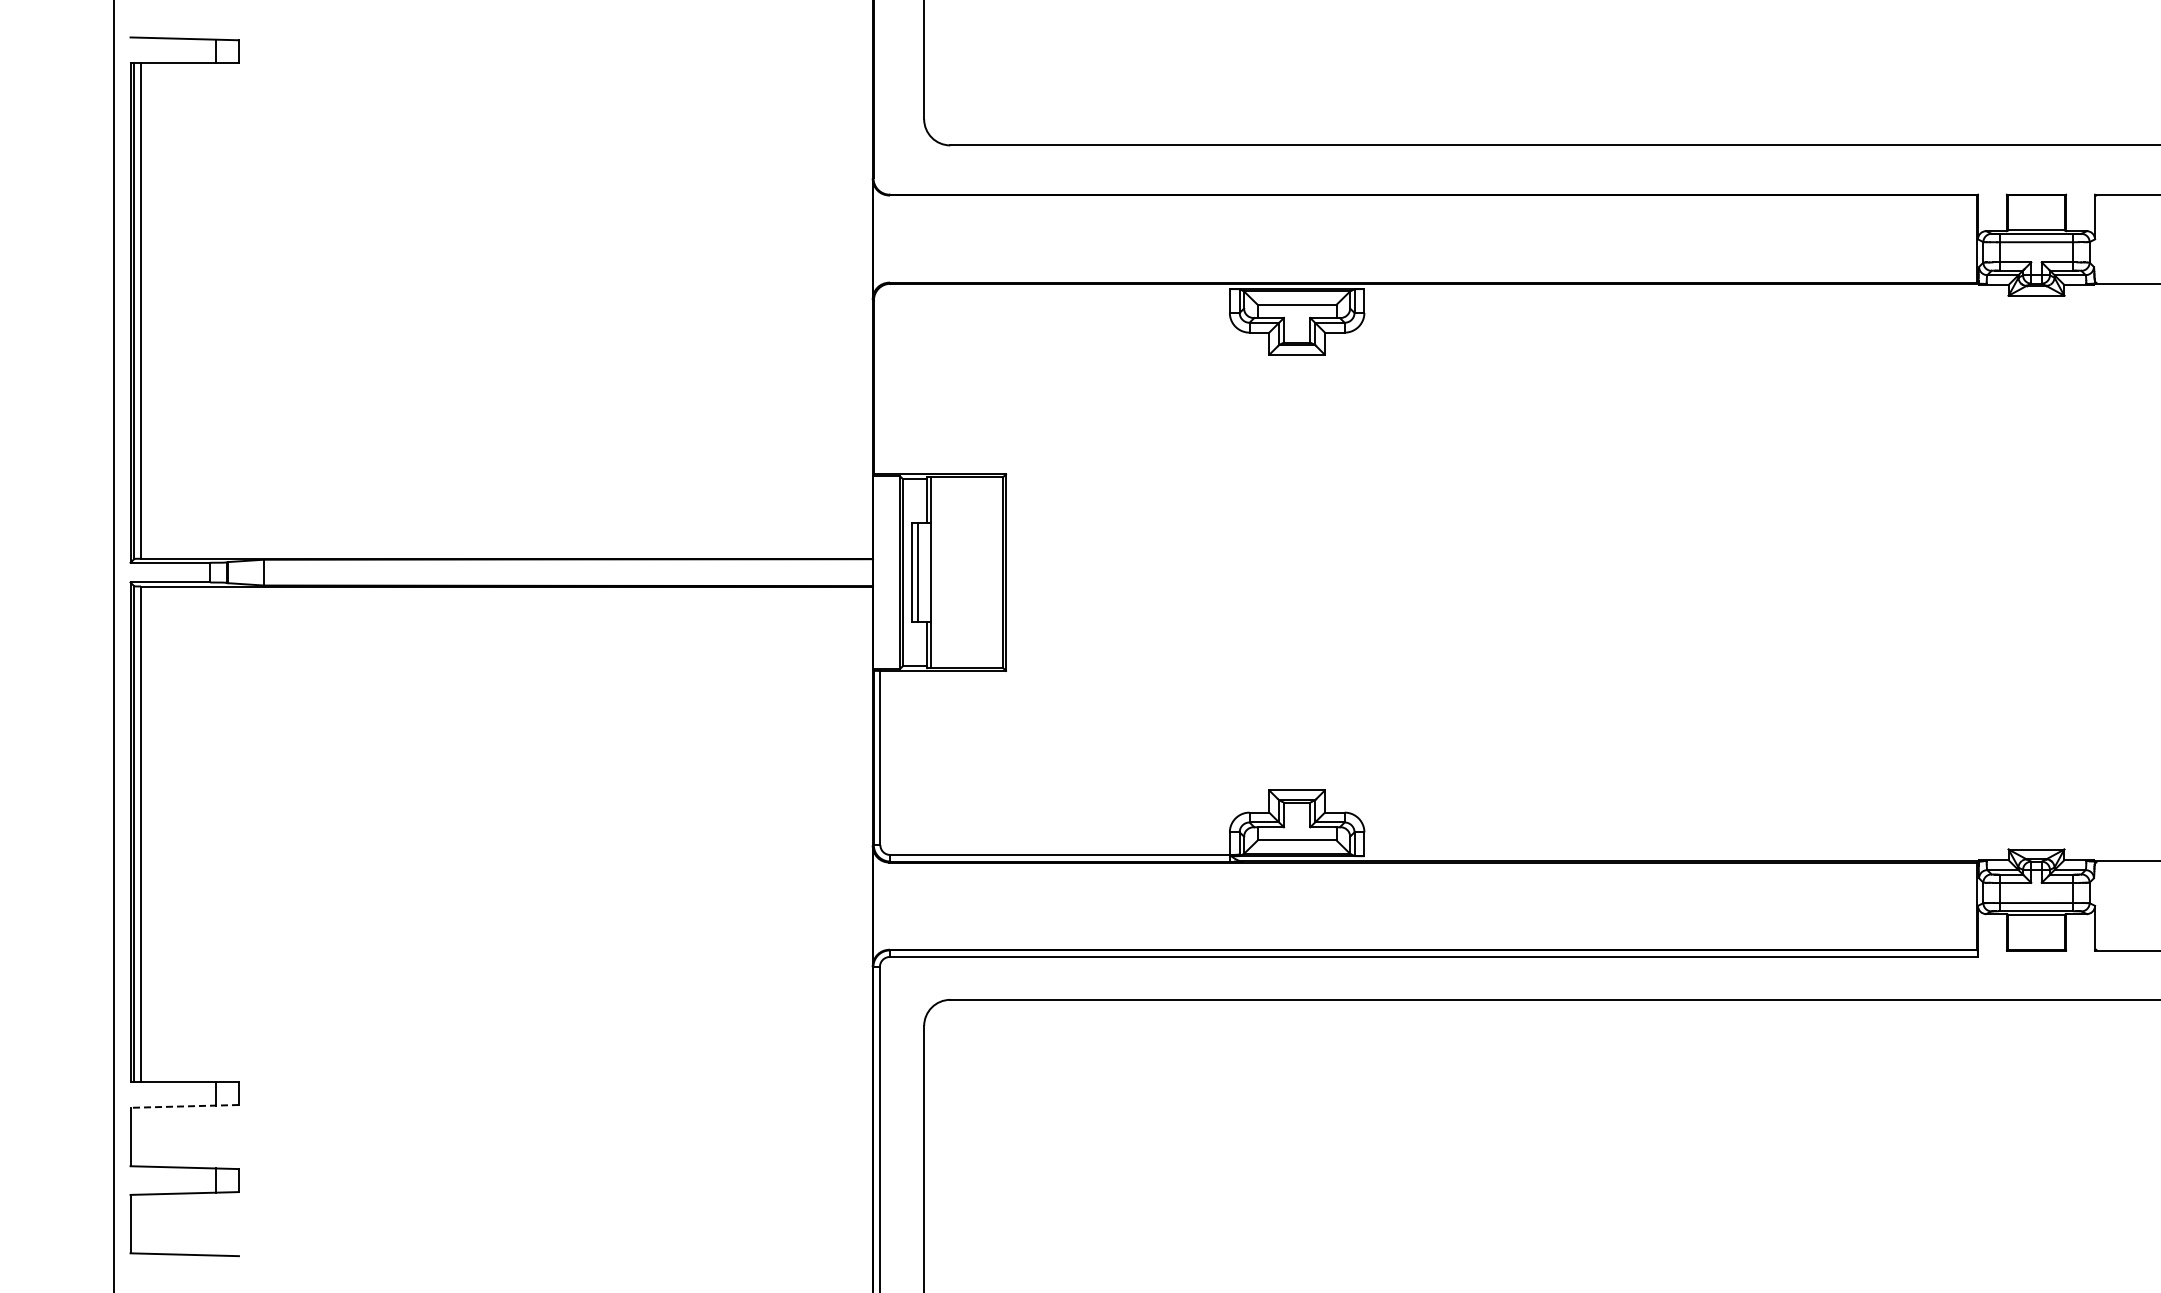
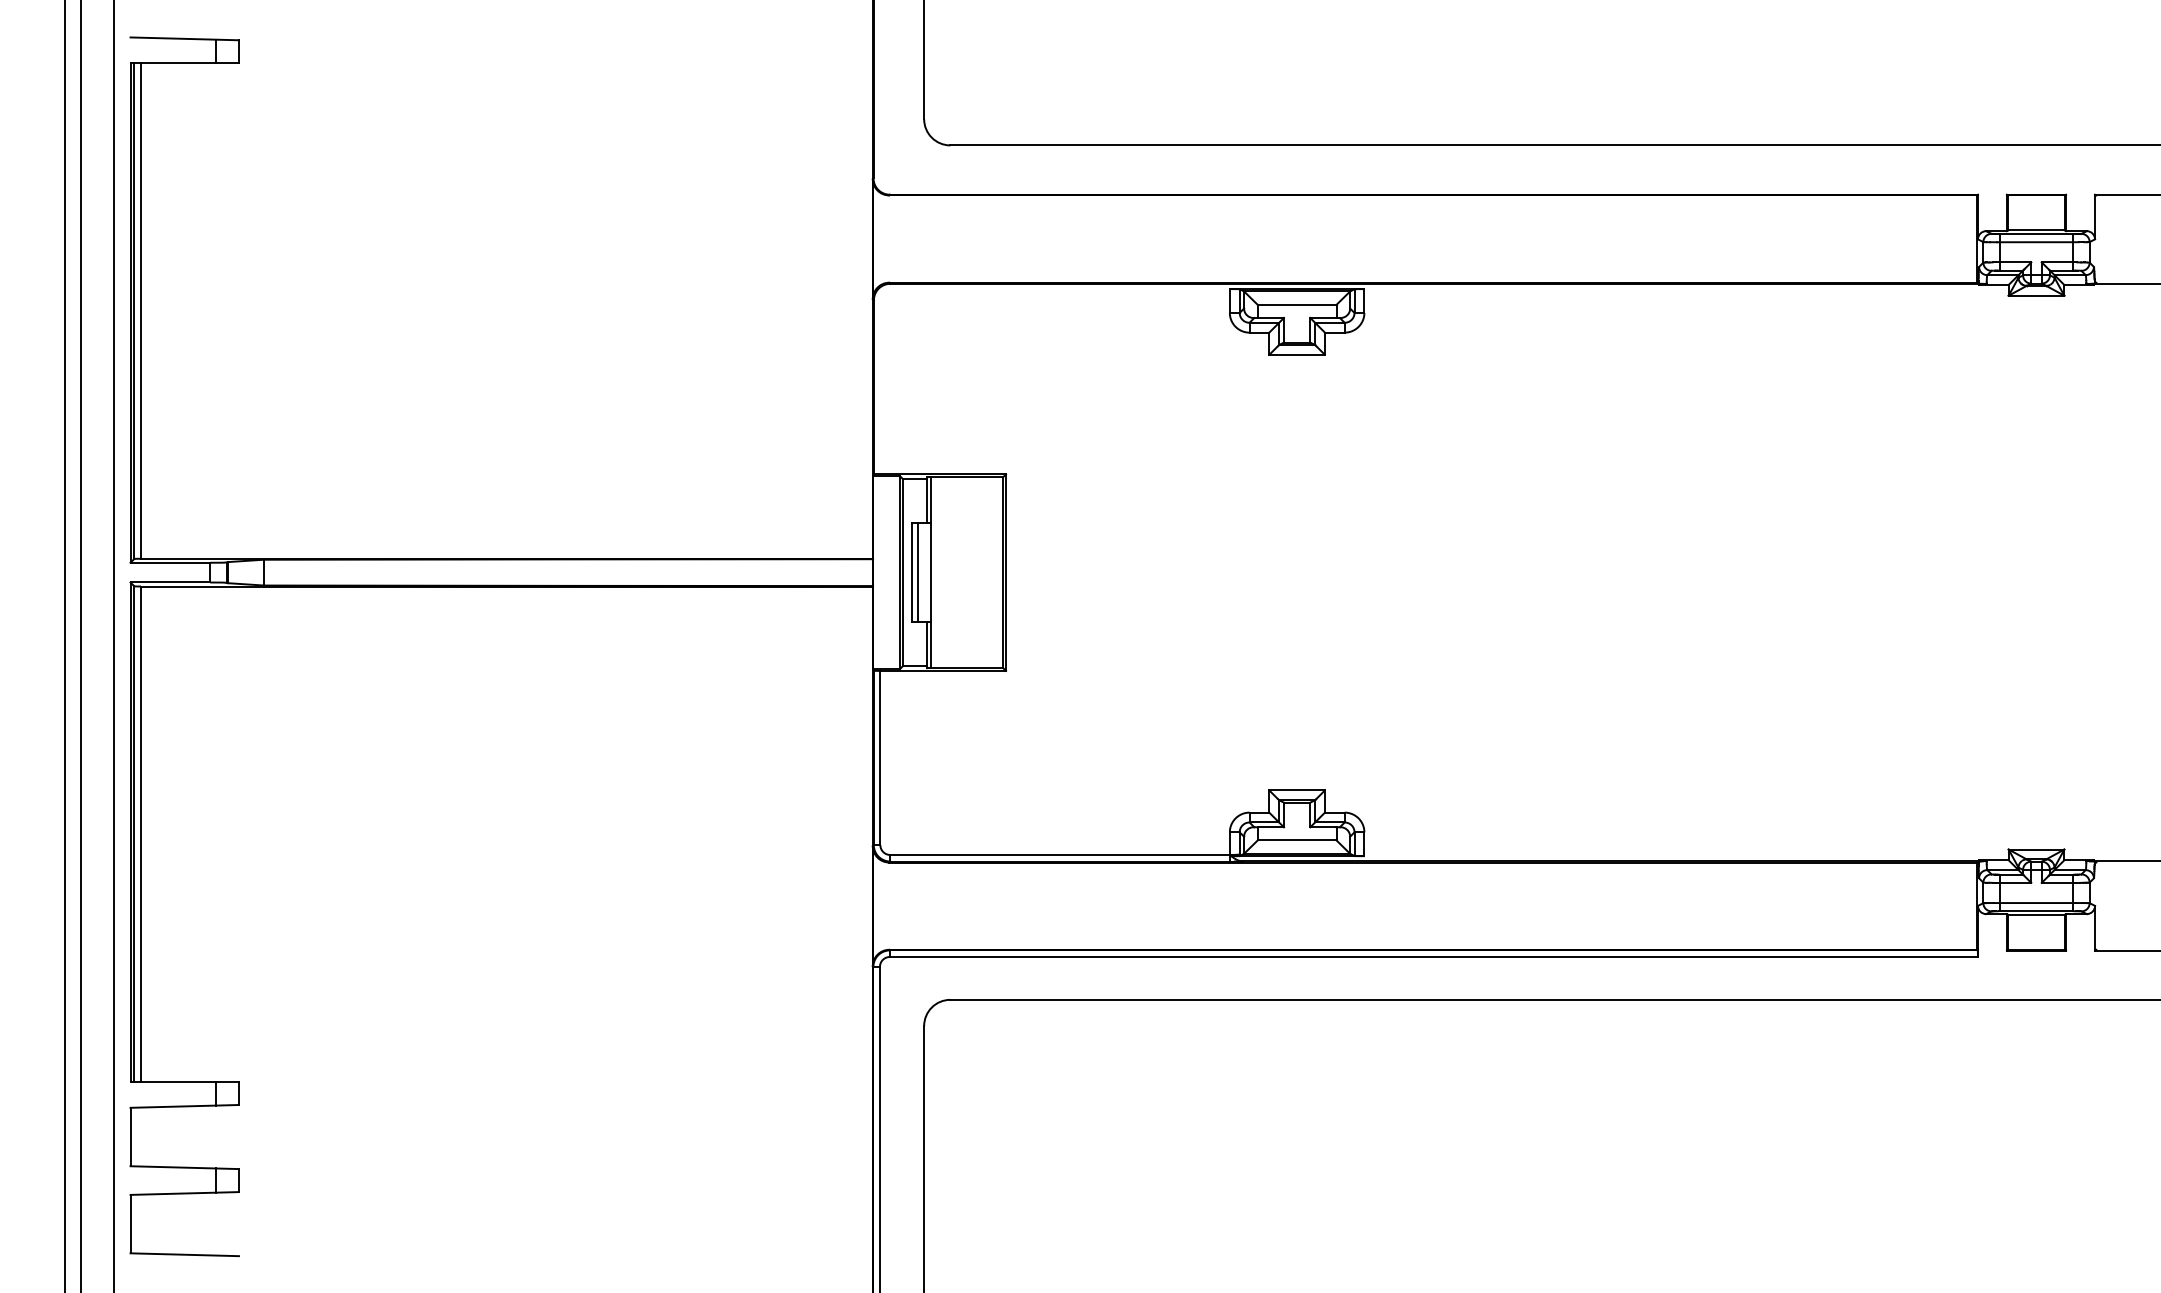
line at (64, 645): none -> present
line at (81, 645): none -> present
line at (184, 1106): dashed -> solid
